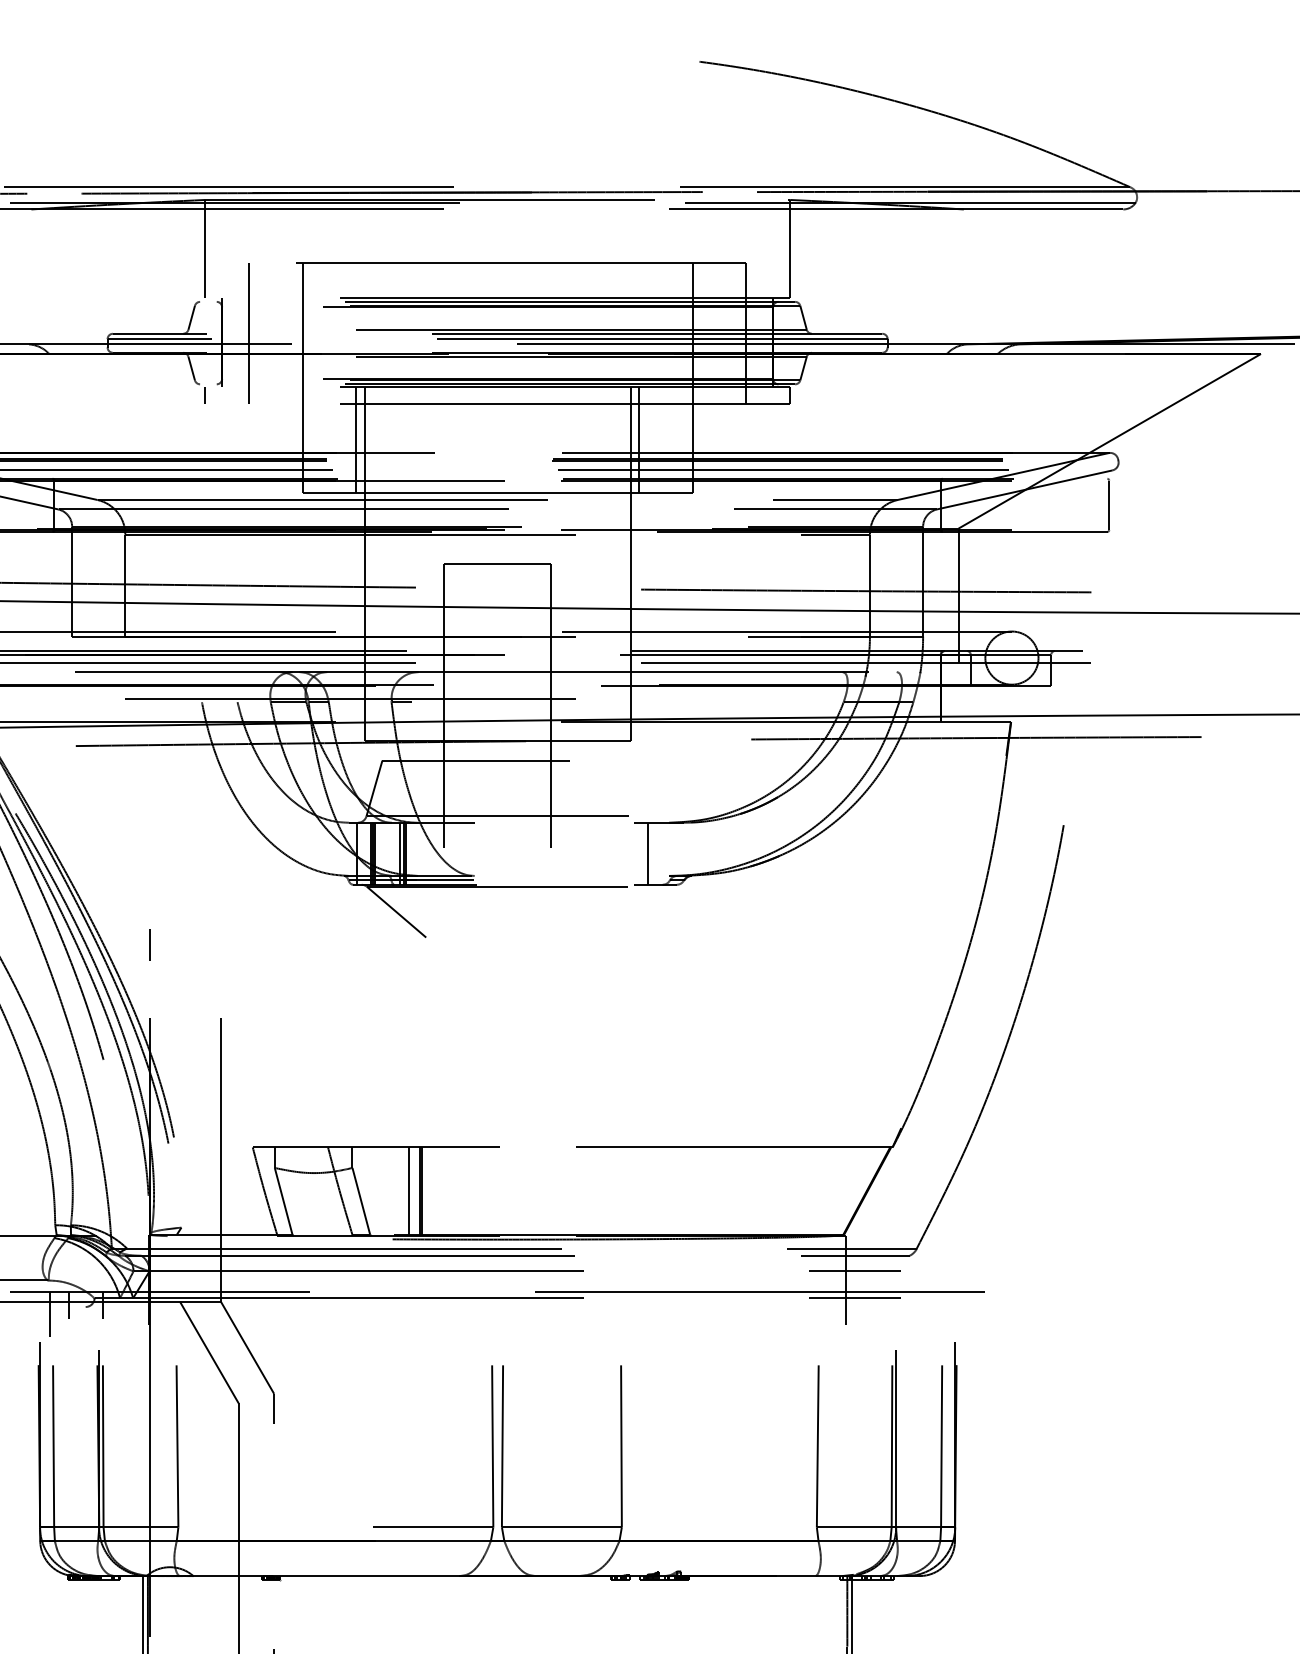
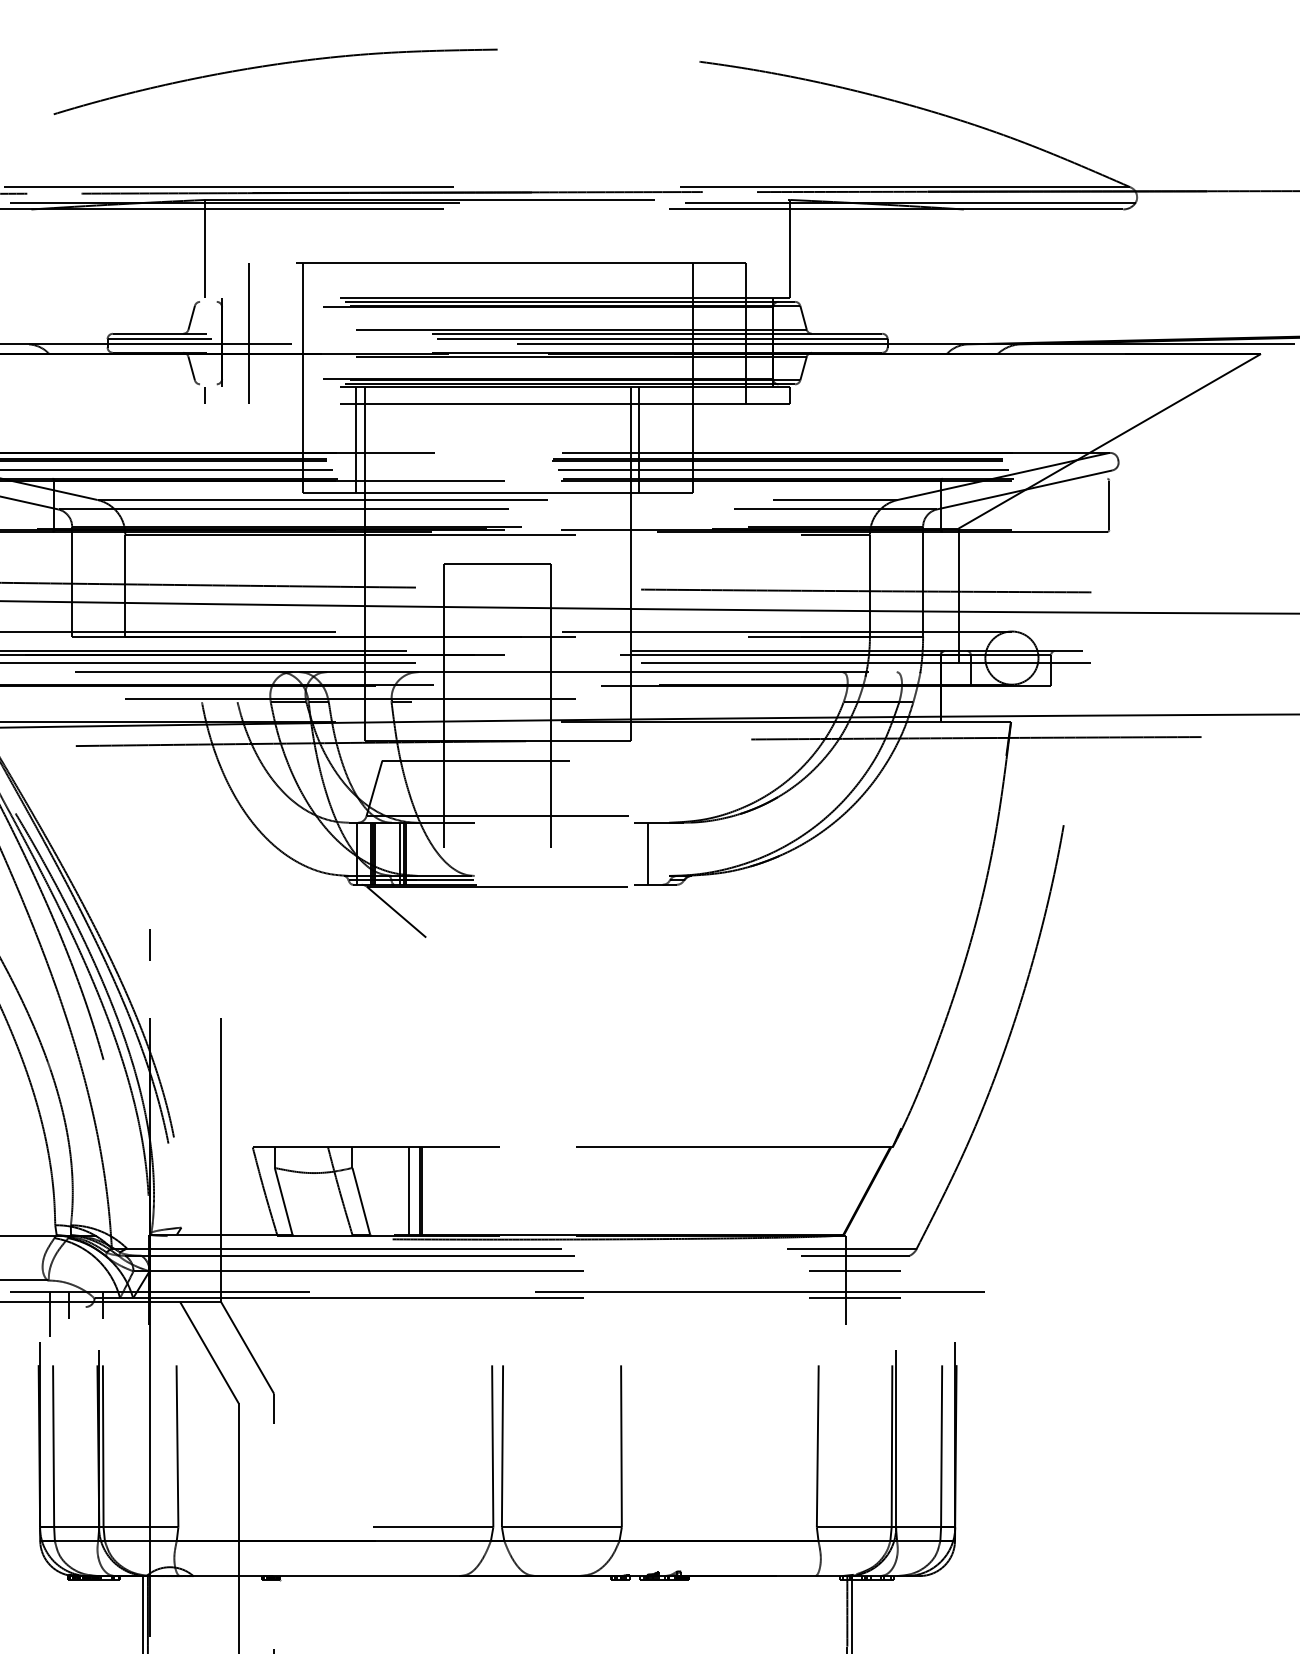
curve at (270, 66): none -> present
